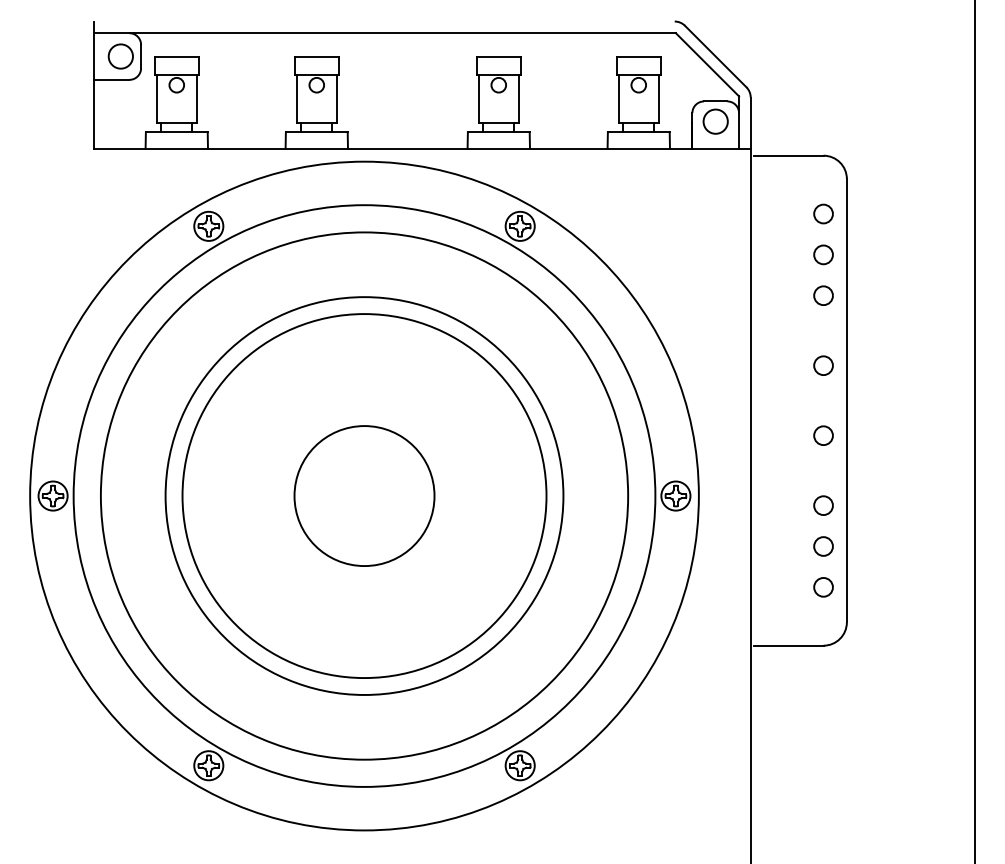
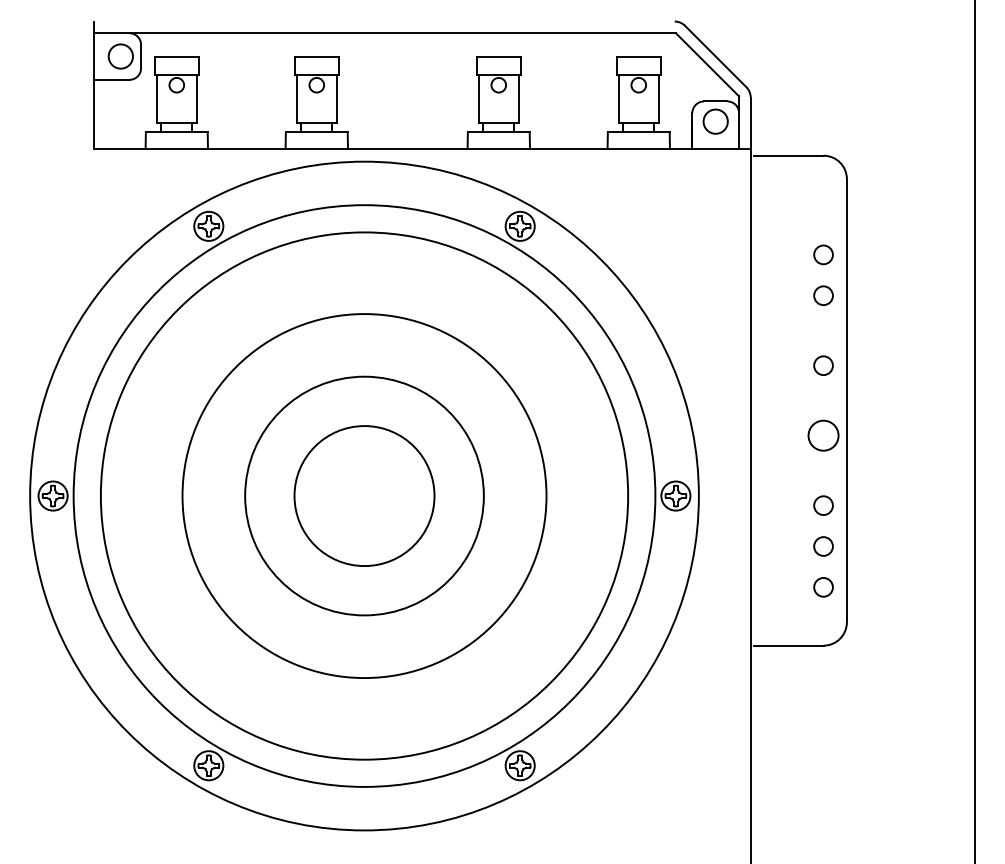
circle at (823, 213): present -> none
circle at (823, 435) diameter: 19 px -> 30 px
circle at (364, 495) diameter: 398 px -> 239 px
